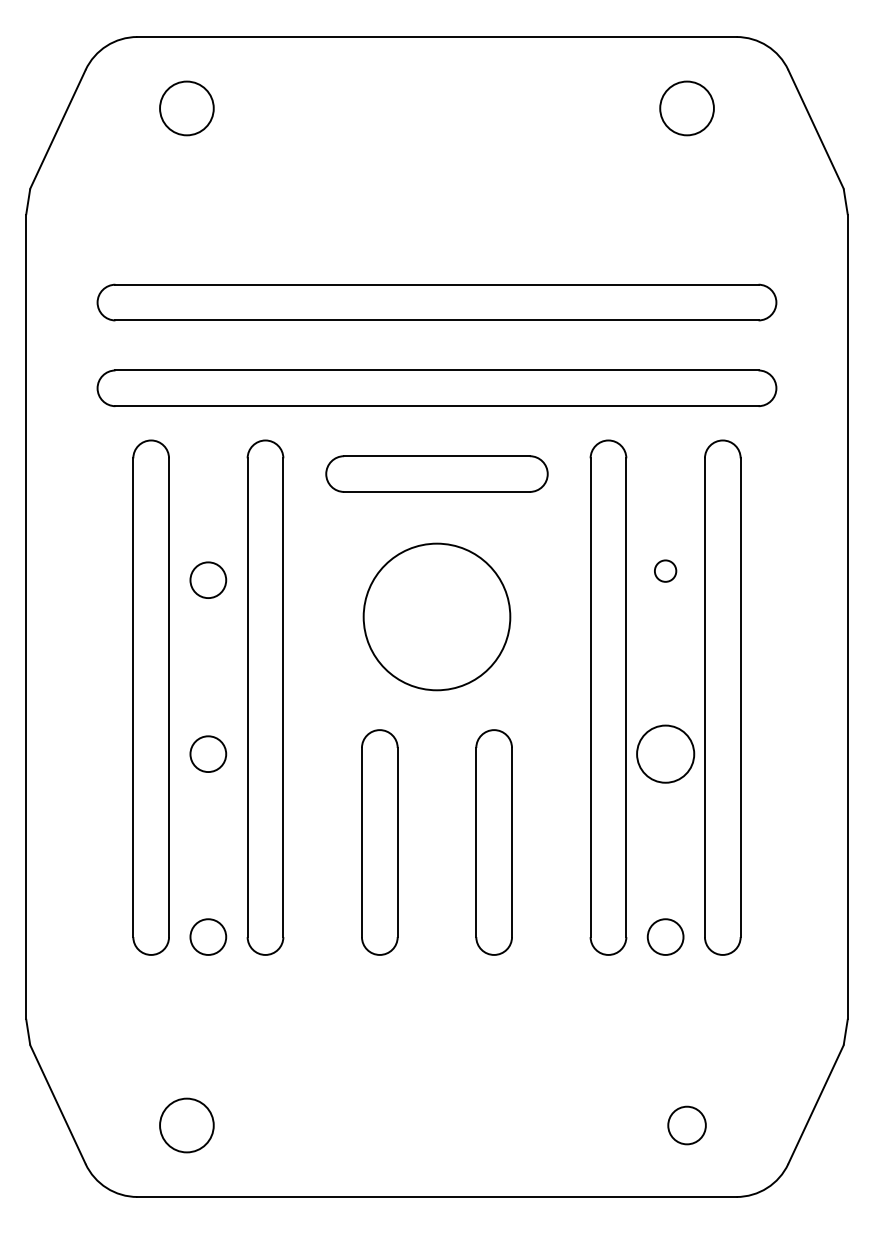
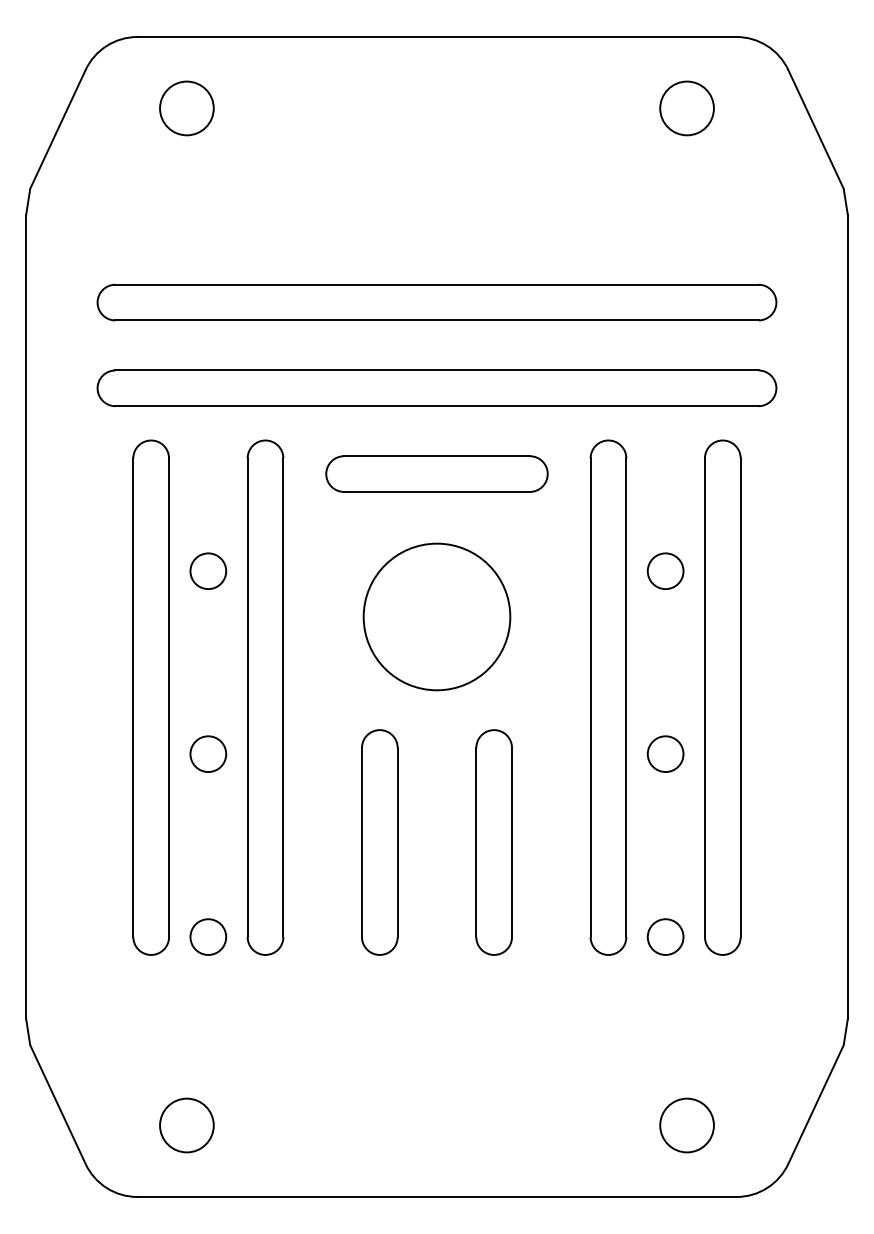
circle at (665, 570) size: 24x24 px -> 39x38 px
circle at (208, 579) position: (208, 579) -> (208, 570)
circle at (665, 753) diameter: 57 px -> 36 px
circle at (686, 1125) diameter: 38 px -> 54 px
